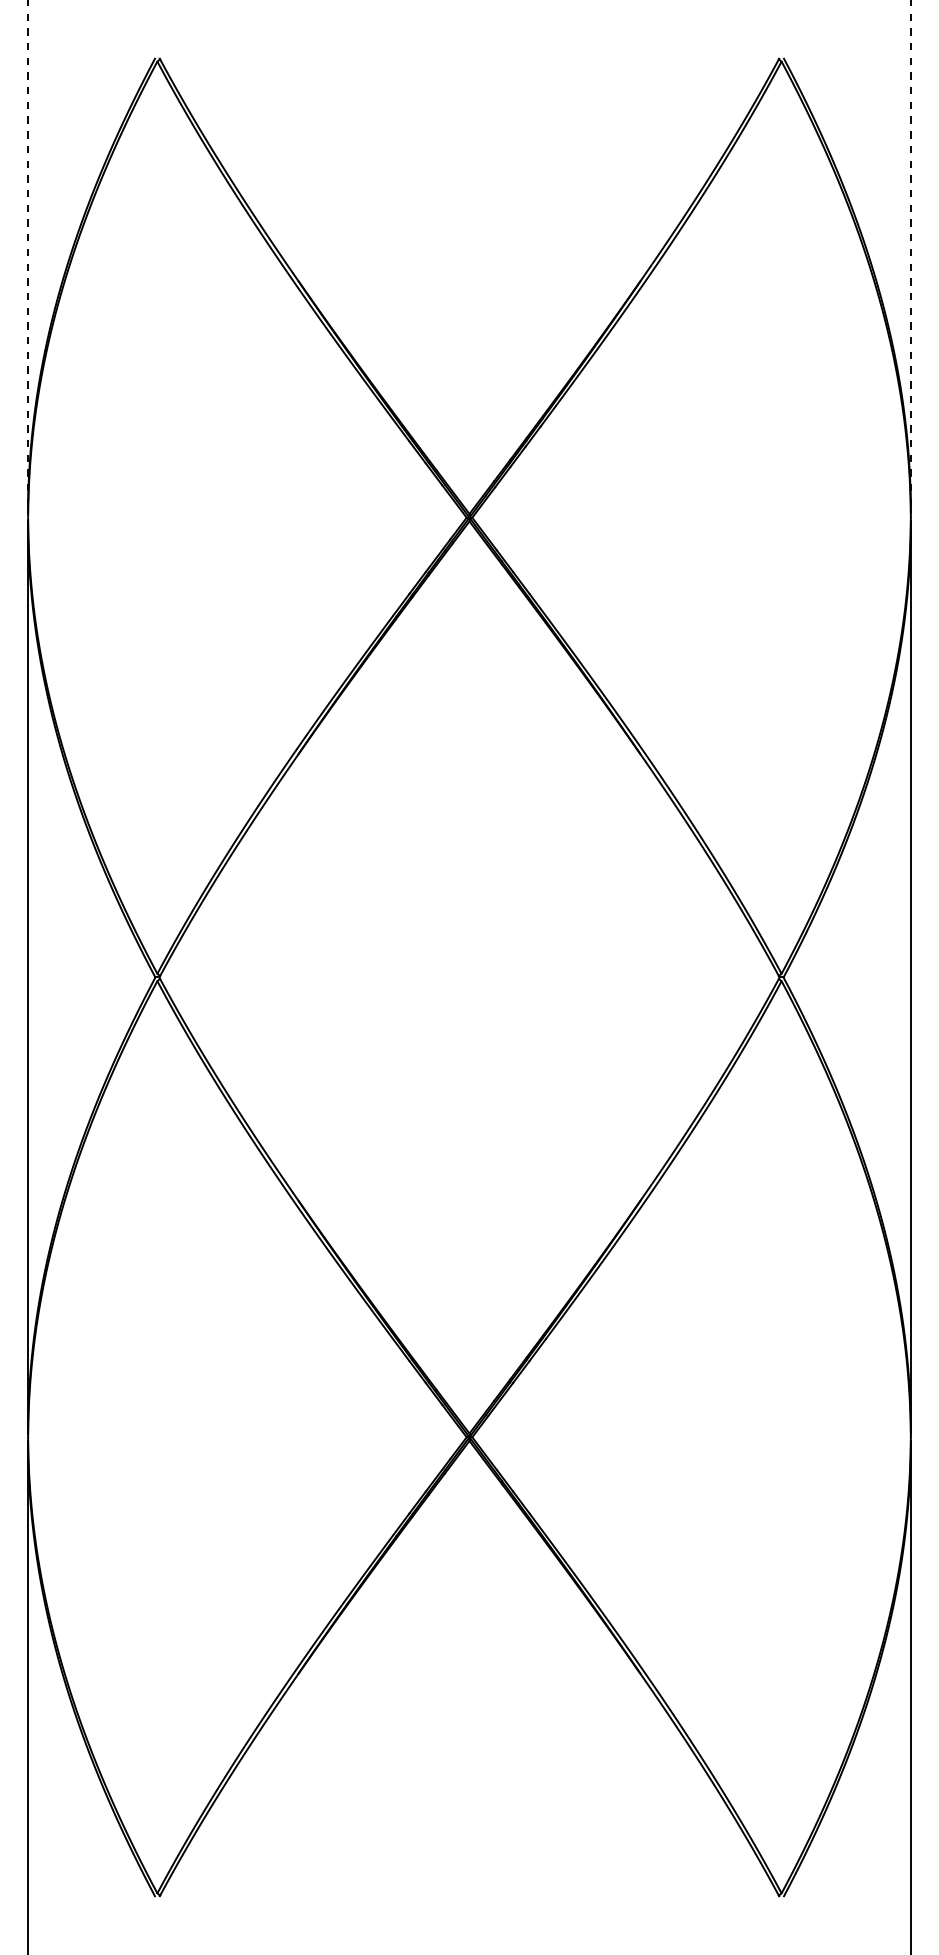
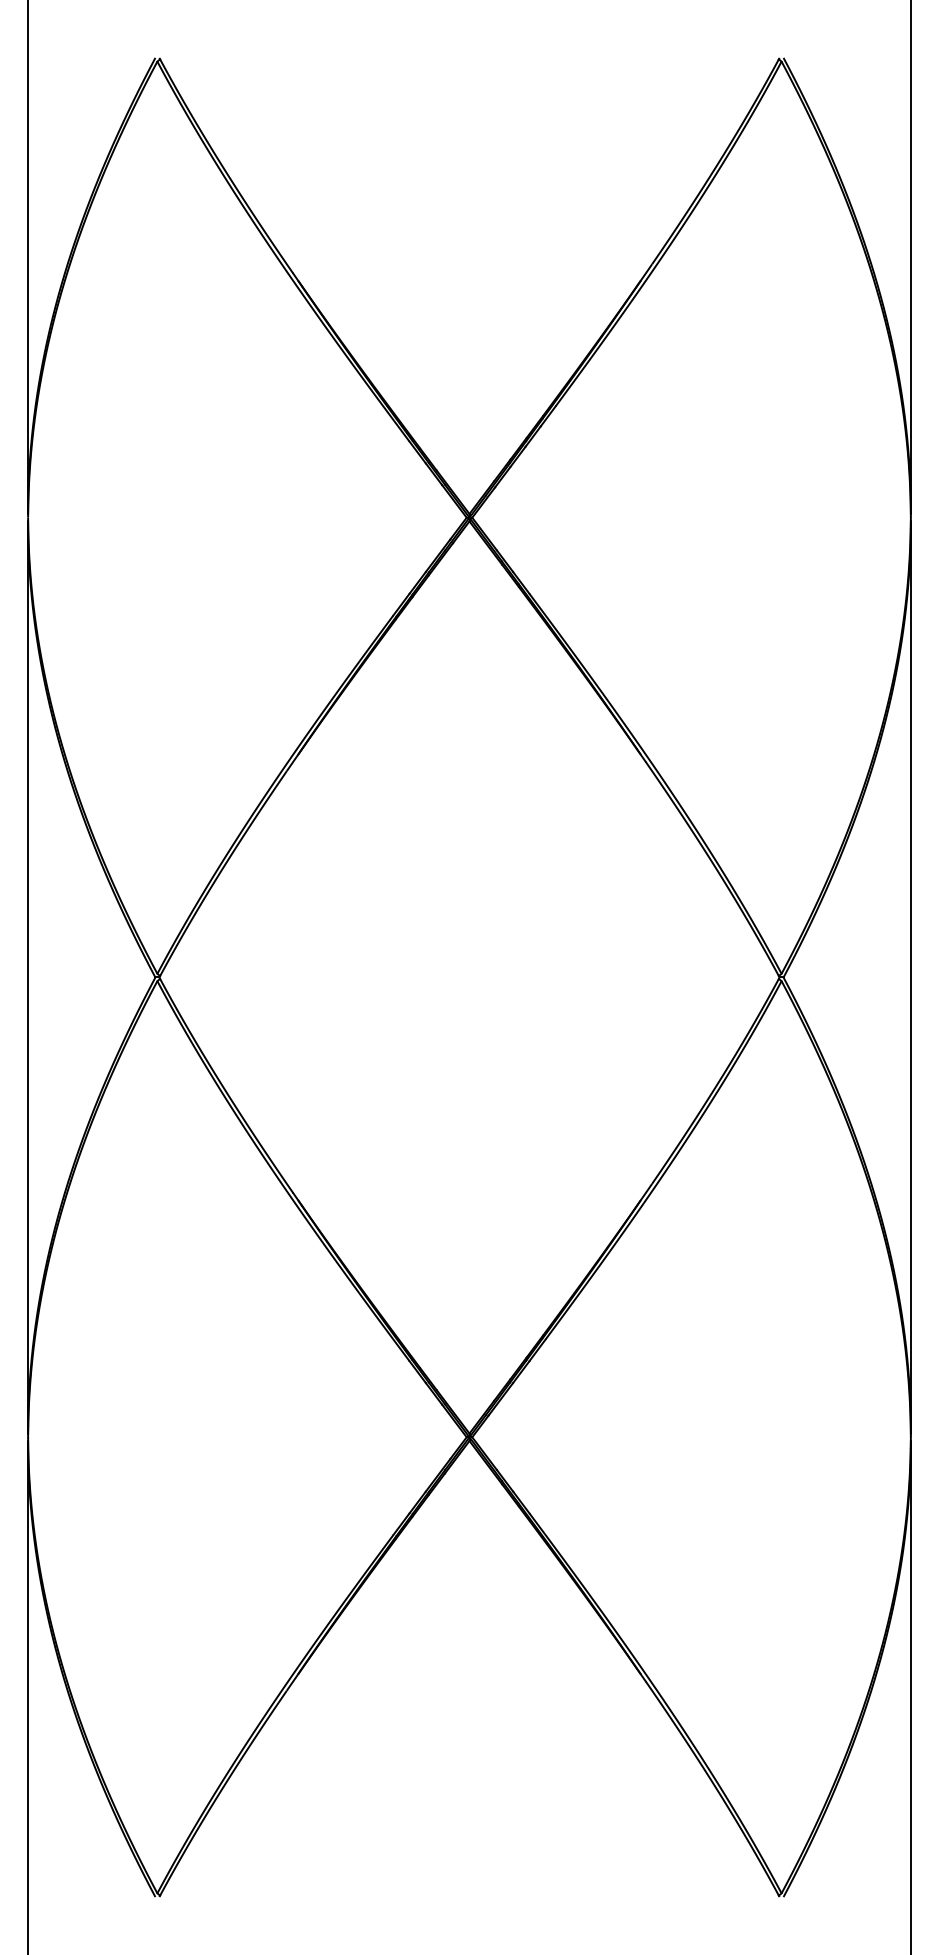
line at (28, 257): dashed -> solid
line at (910, 257): dashed -> solid
